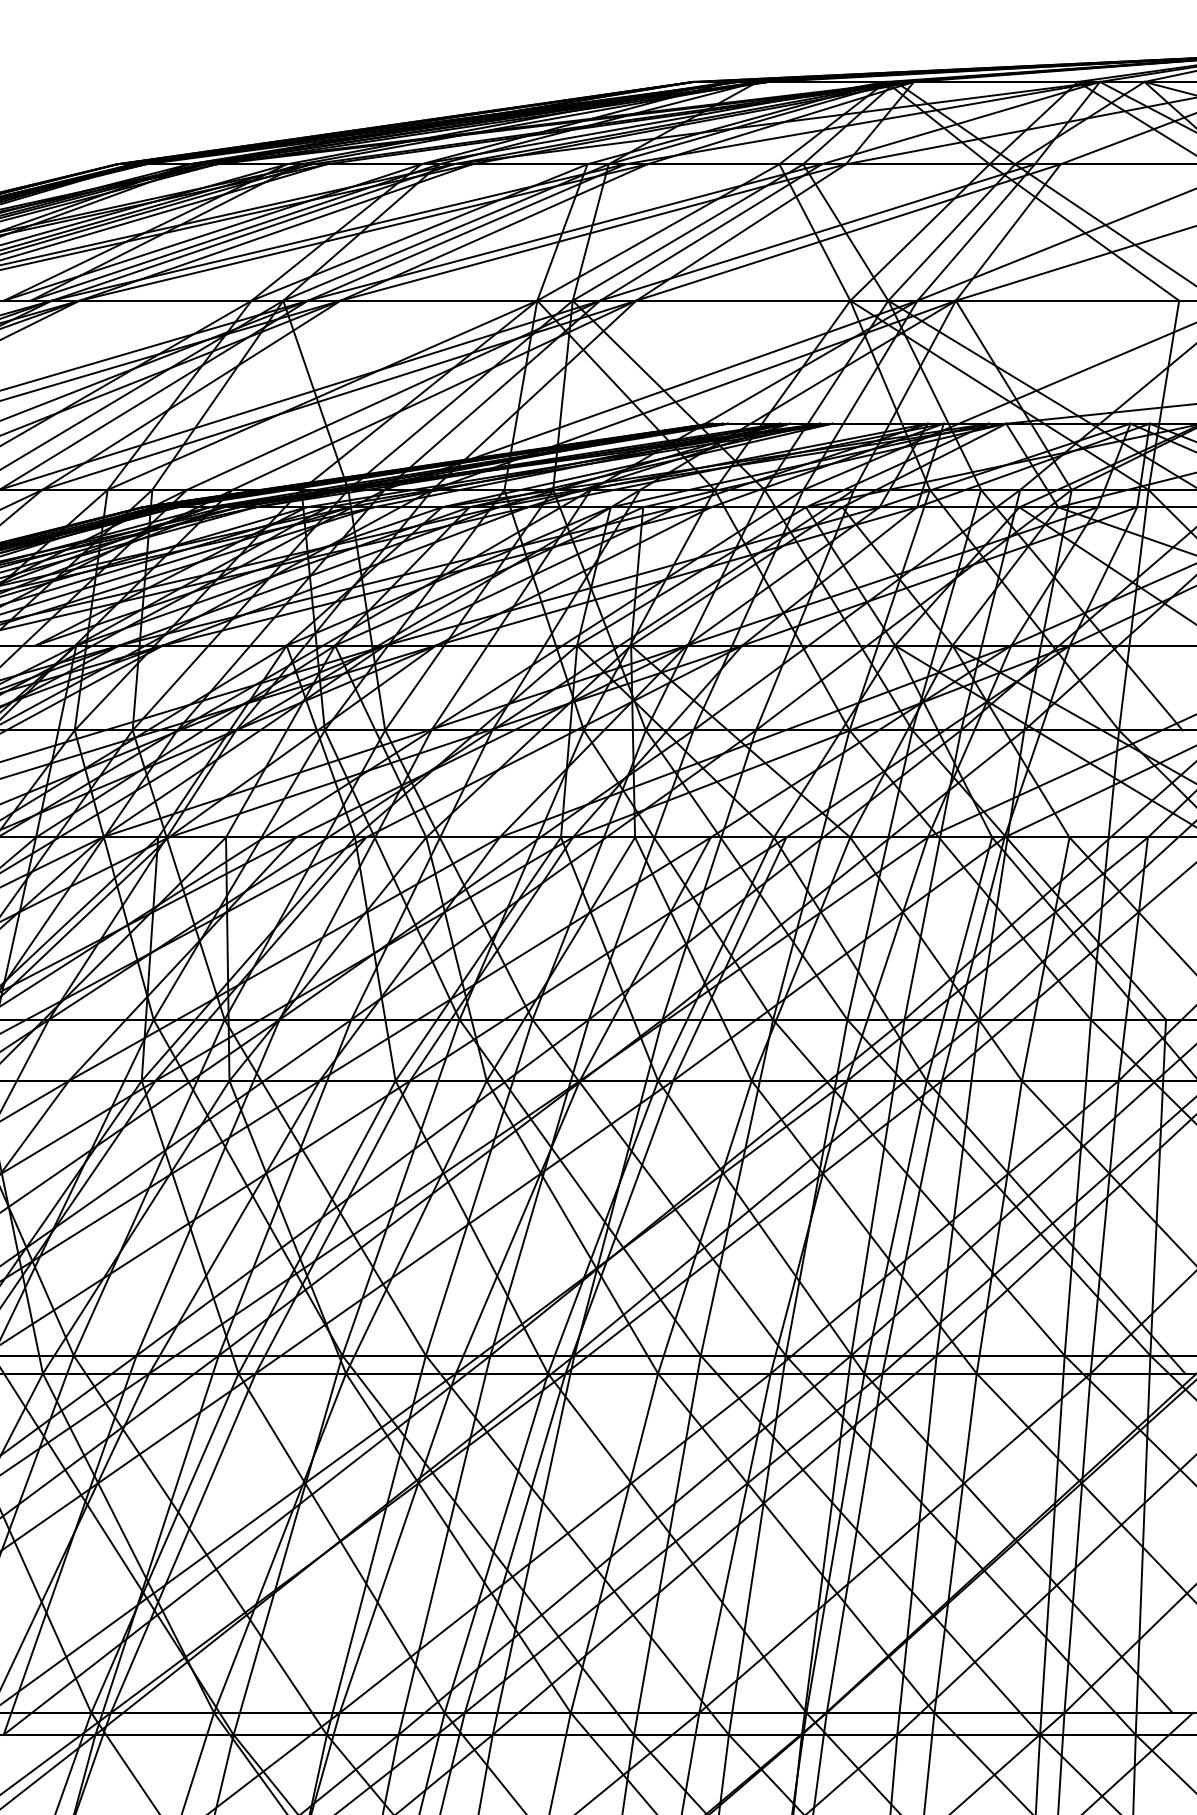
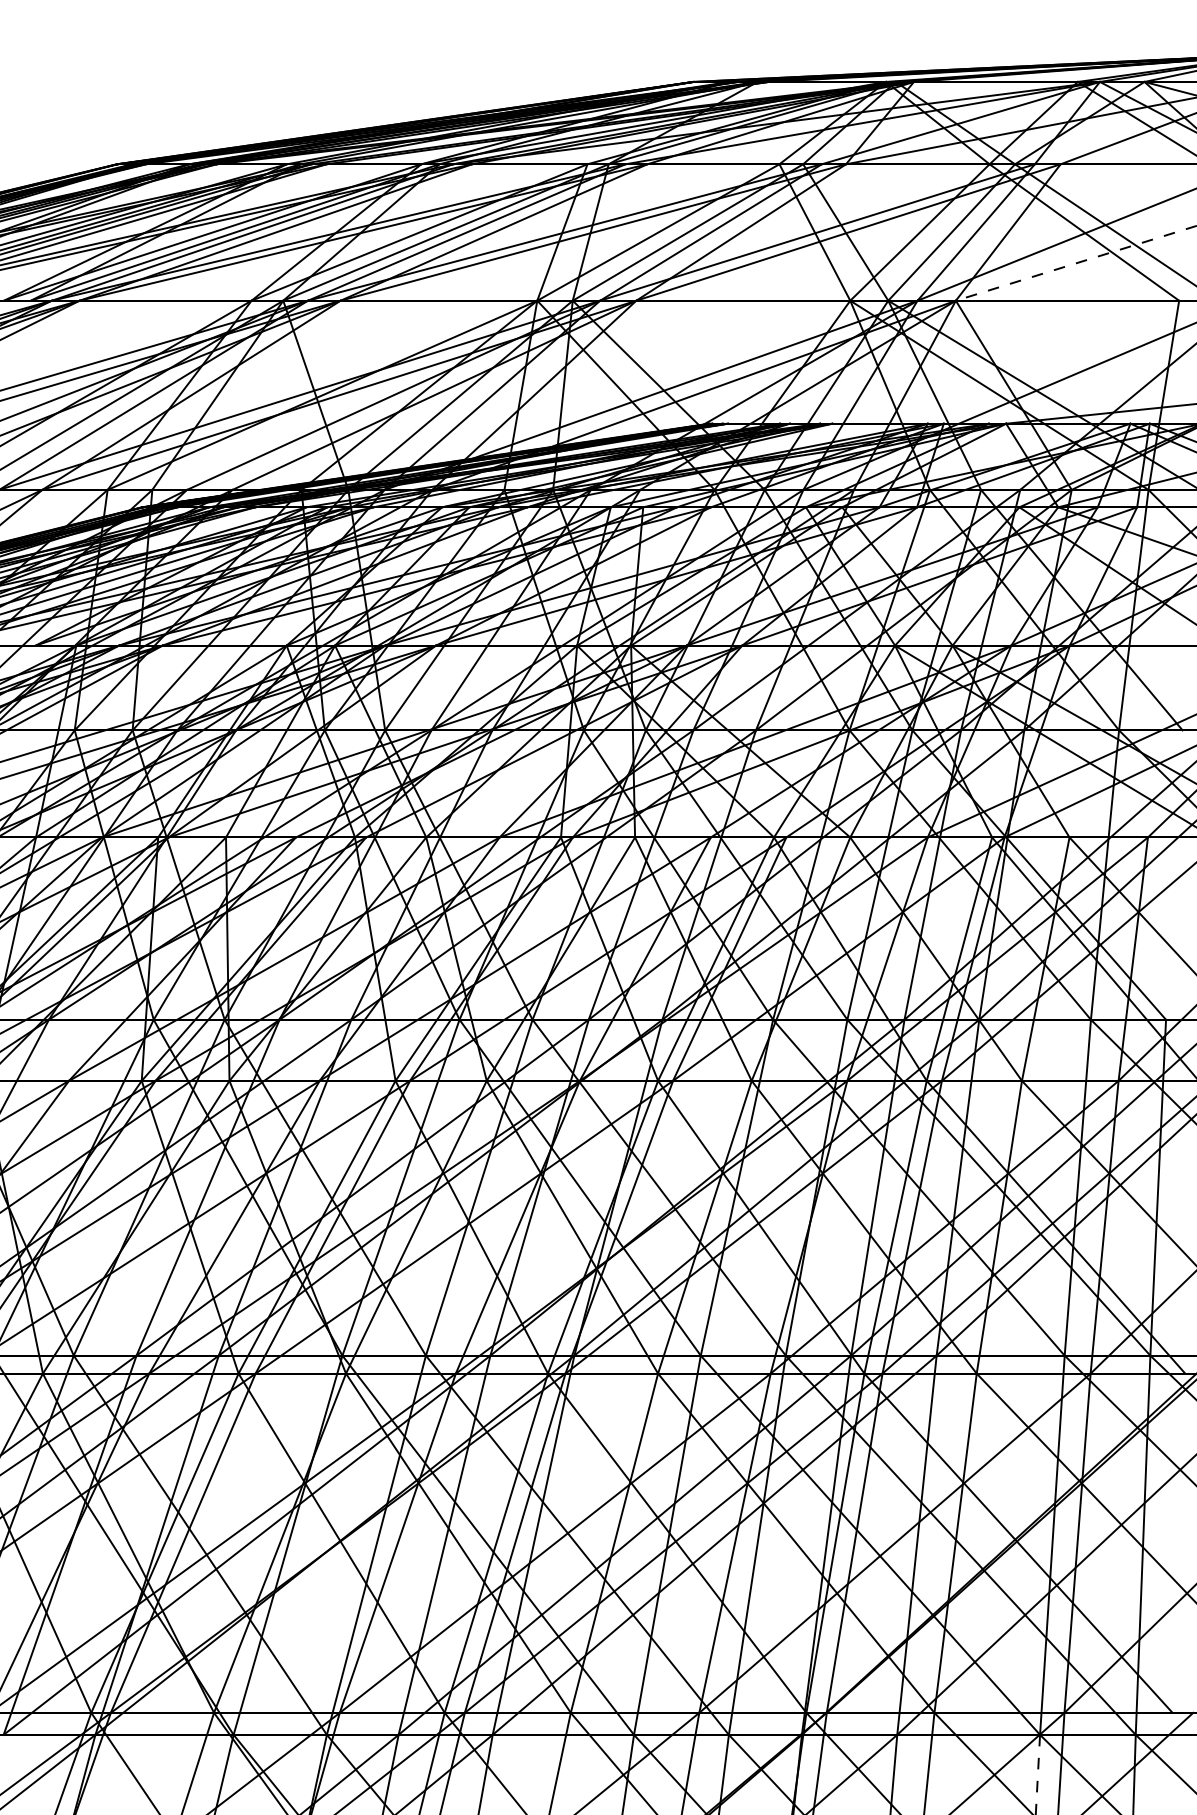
line at (1076, 263): solid -> dashed
line at (1037, 1774): solid -> dashed
